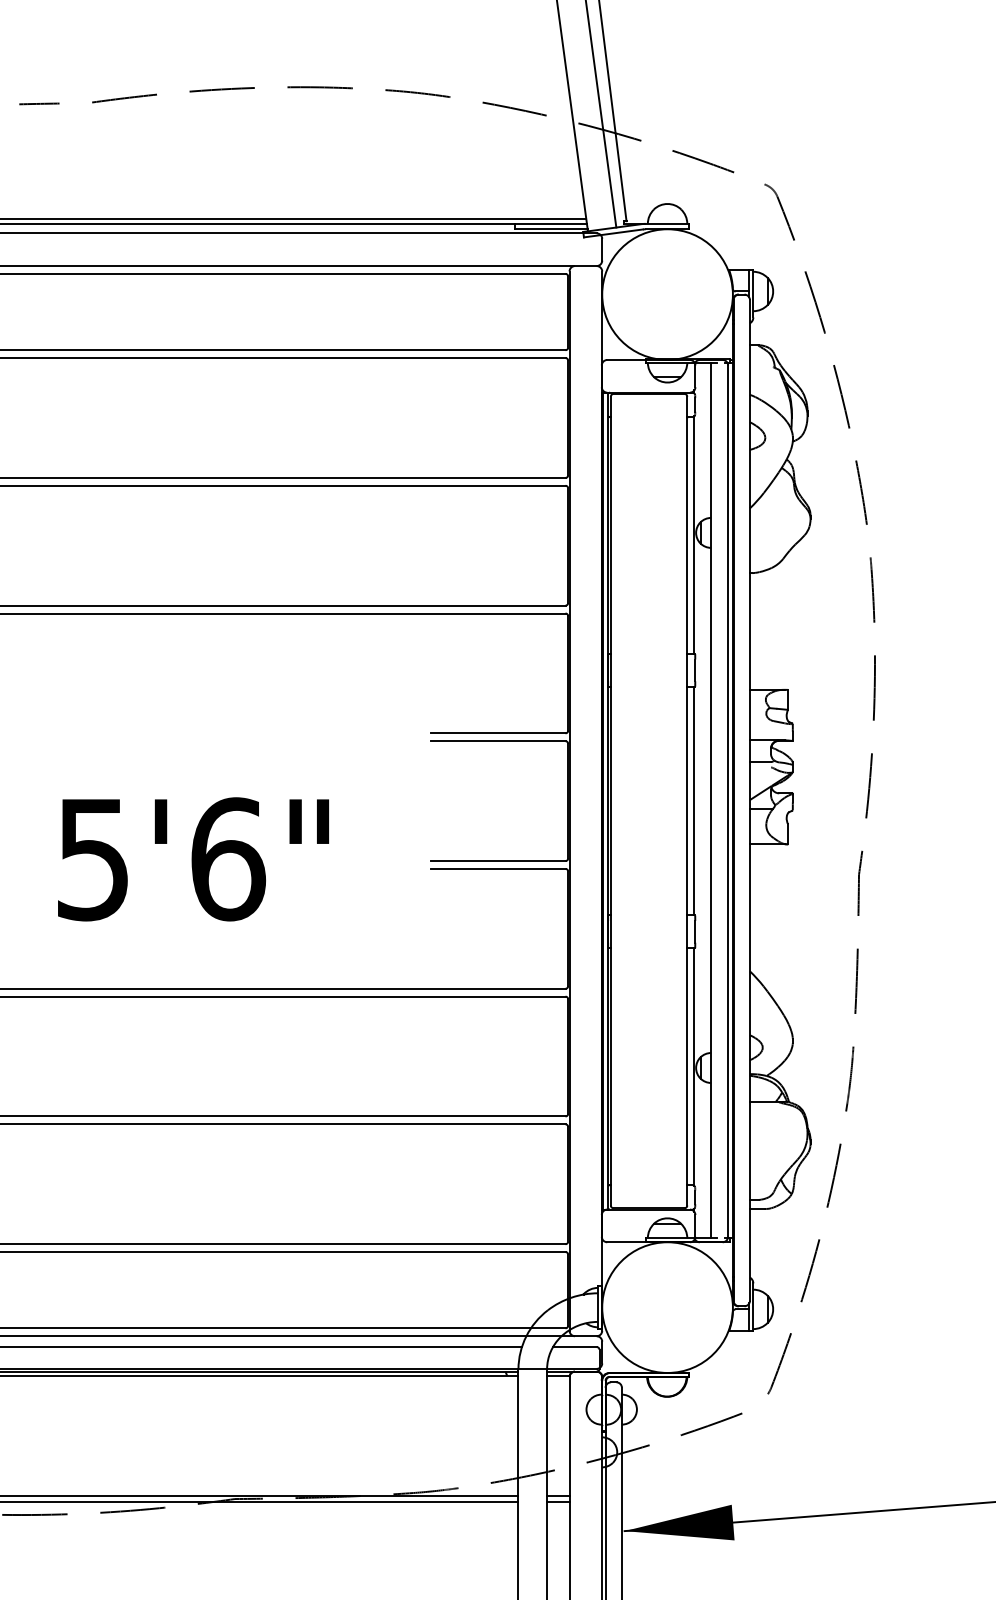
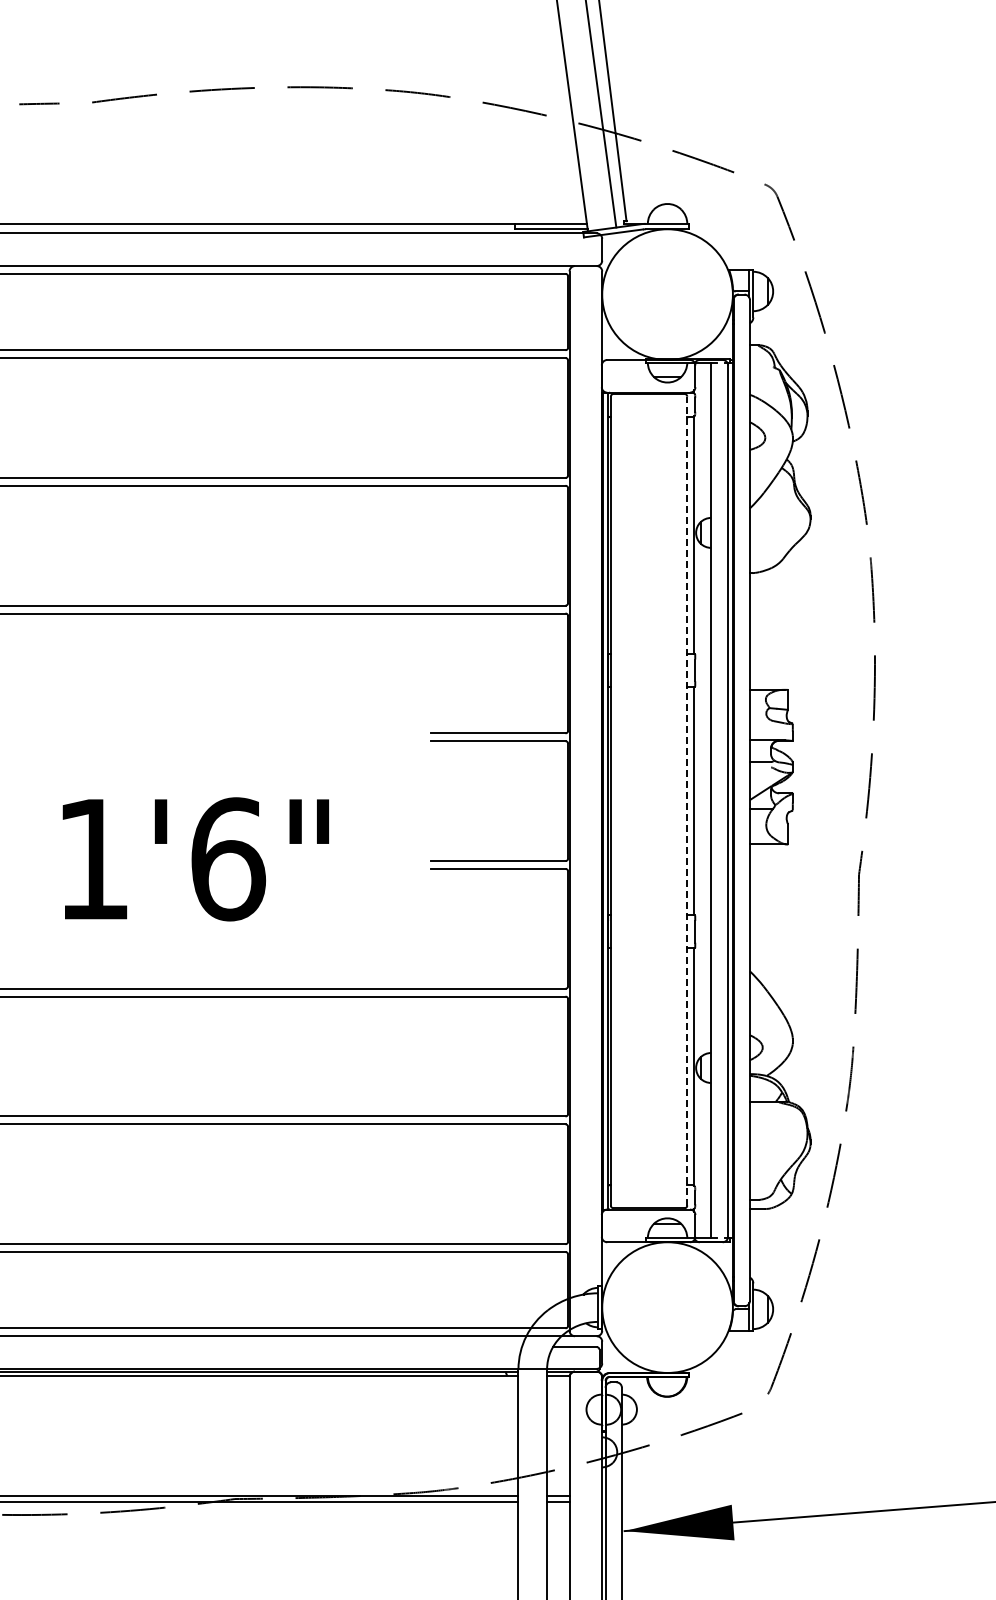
line at (294, 218): present -> none
line at (687, 800): solid -> dashed
text at (92, 860): 5'6" -> 1'6"
line at (261, 1347): present -> none
